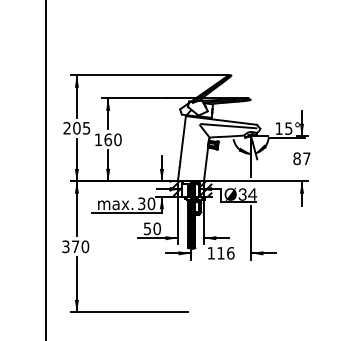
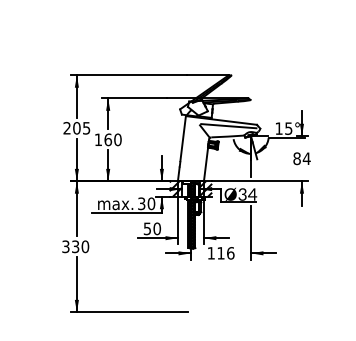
text at (306, 158): 87 -> 84
line at (45, 169): present -> none
text at (75, 246): 370 -> 330
